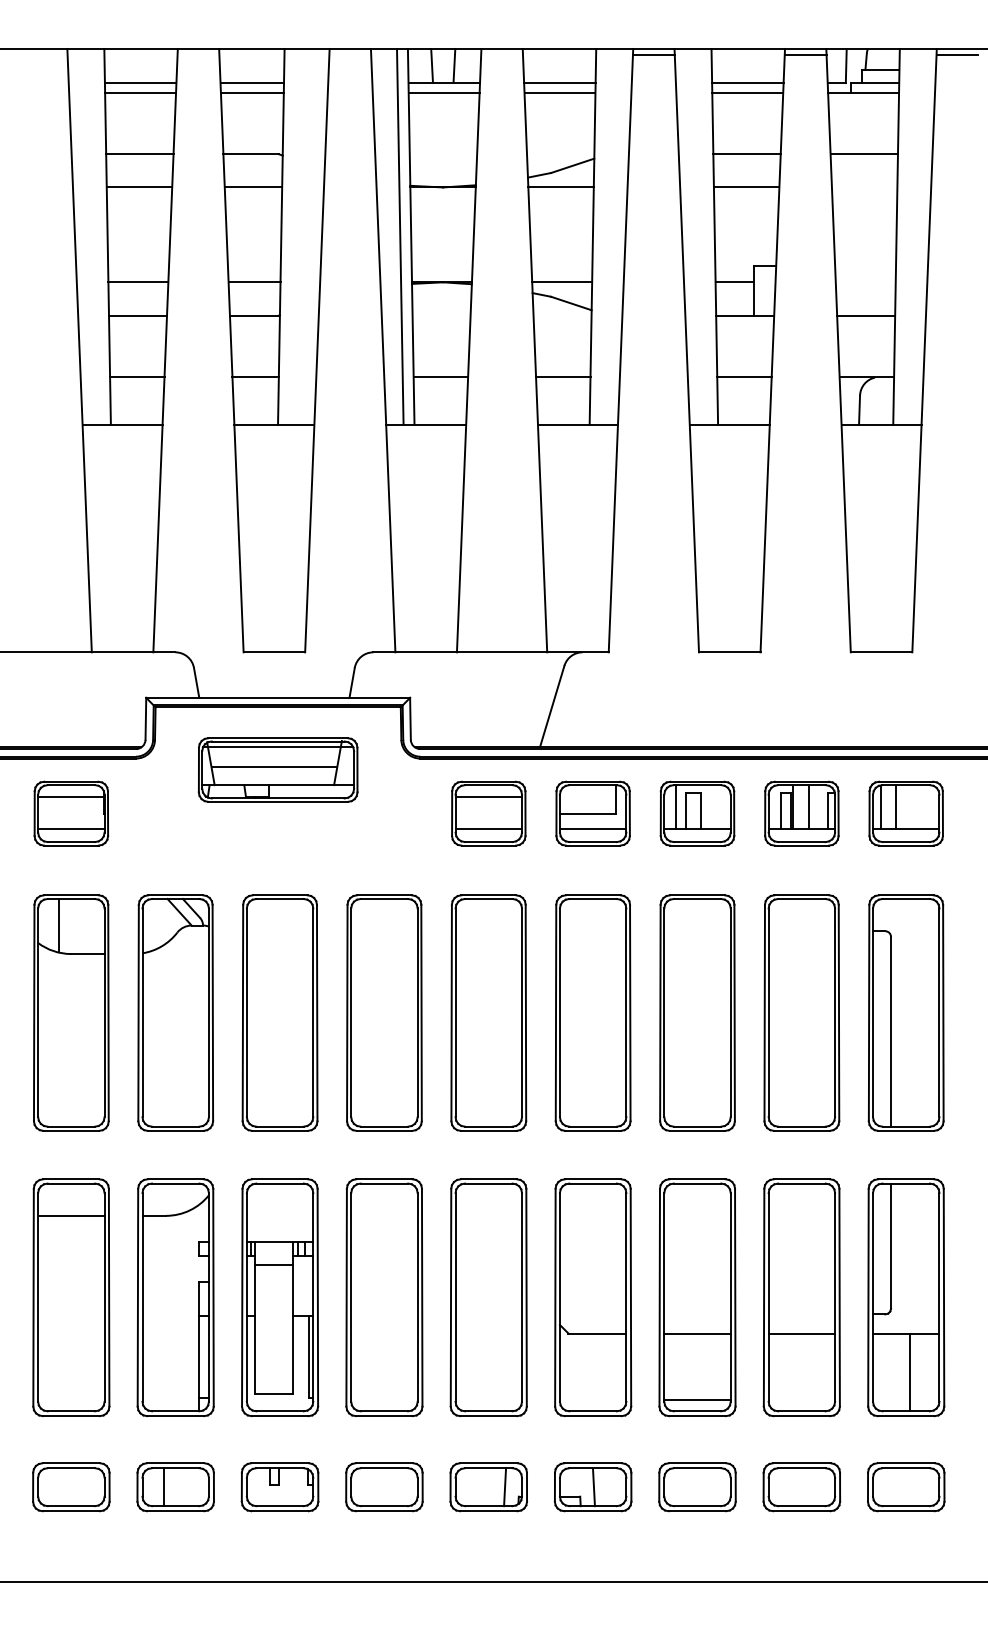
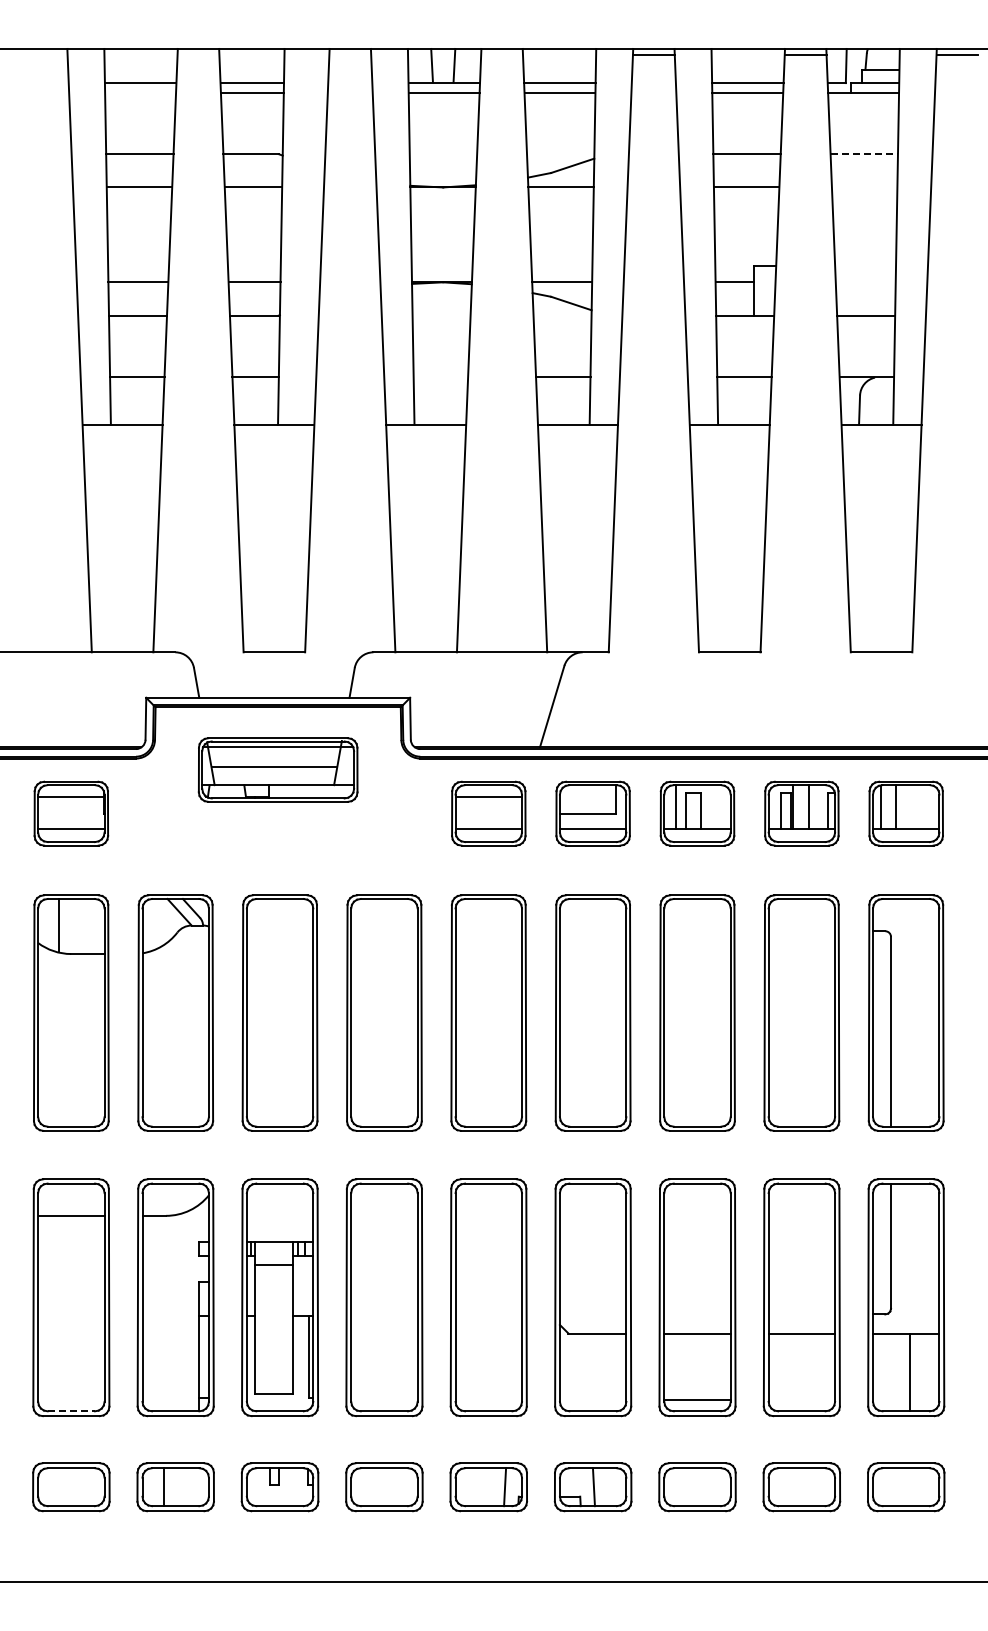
line at (140, 92): present -> none
line at (864, 154): solid -> dashed
line at (400, 236): present -> none
line at (440, 377): present -> none
line at (71, 1411): solid -> dashed
